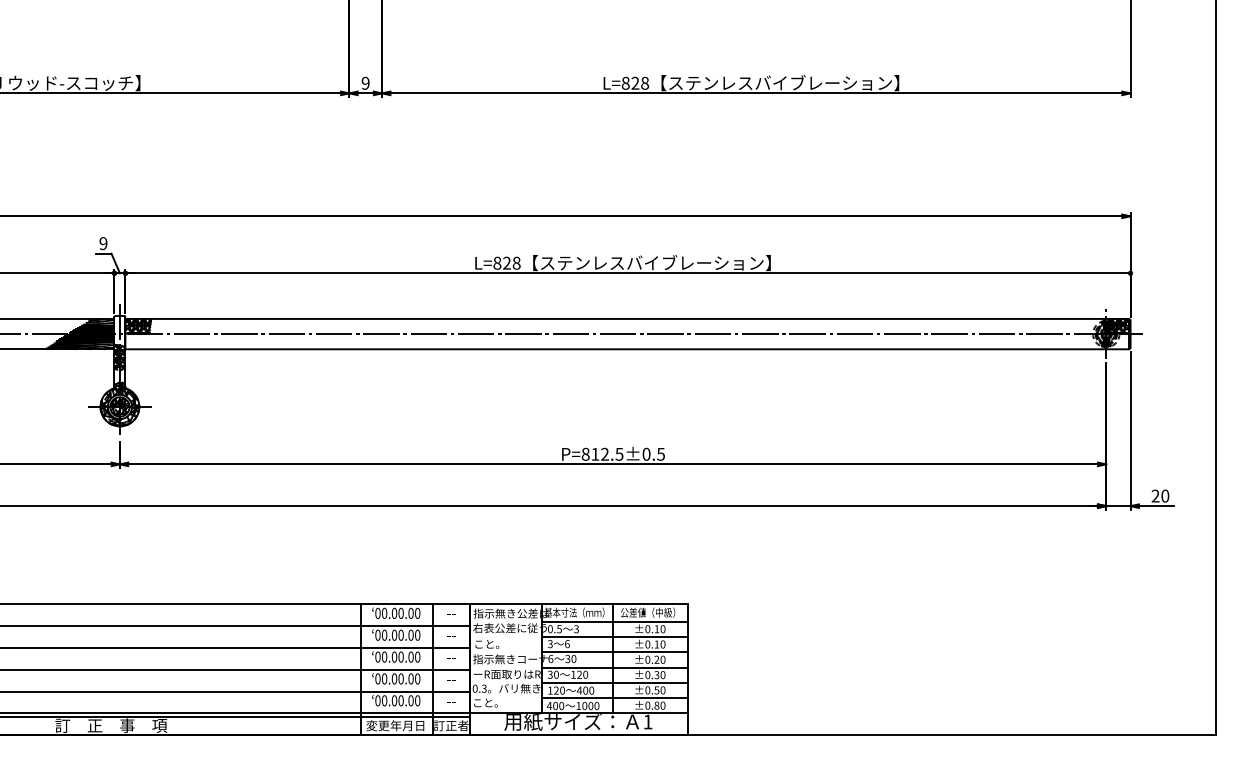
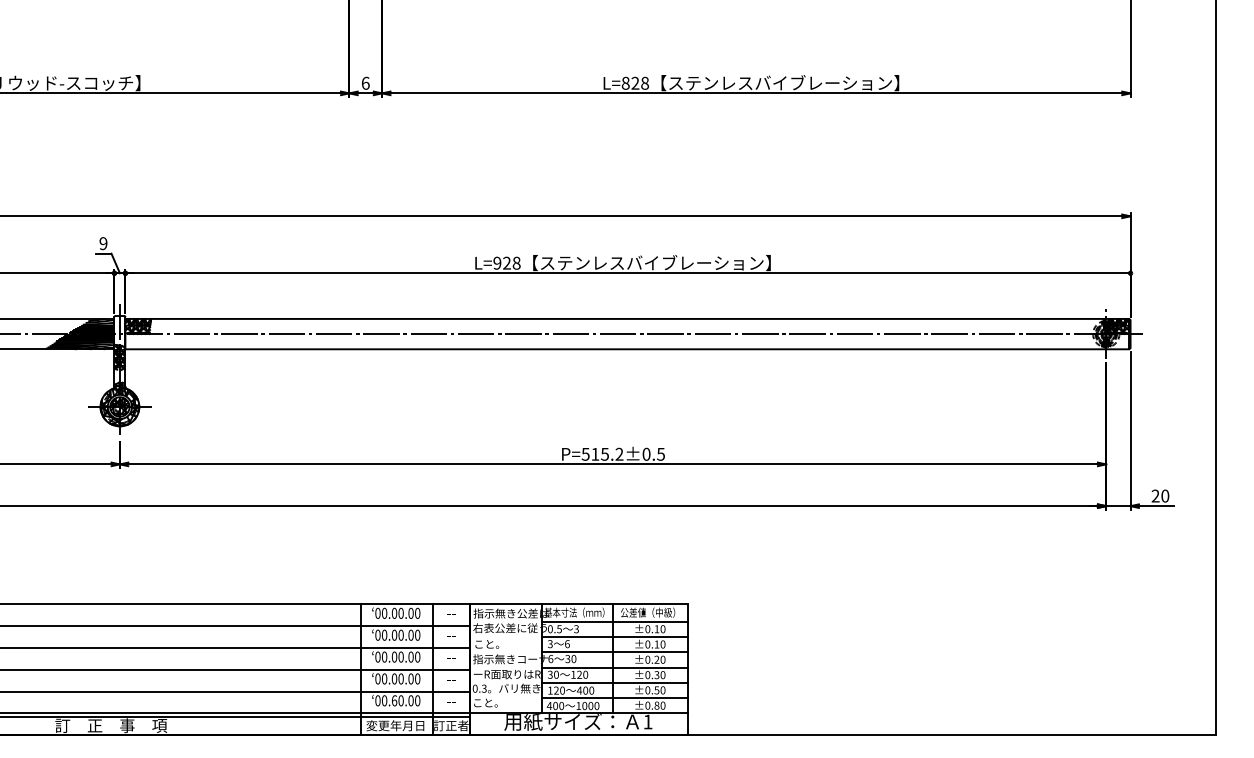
text at (365, 82): 9 -> 6
text at (497, 262): L=828 -> L=928
text at (602, 453): P=812.5±0.5 -> P=515.2±0.5
text at (394, 700): 00.00.00 -> 00.60.00
